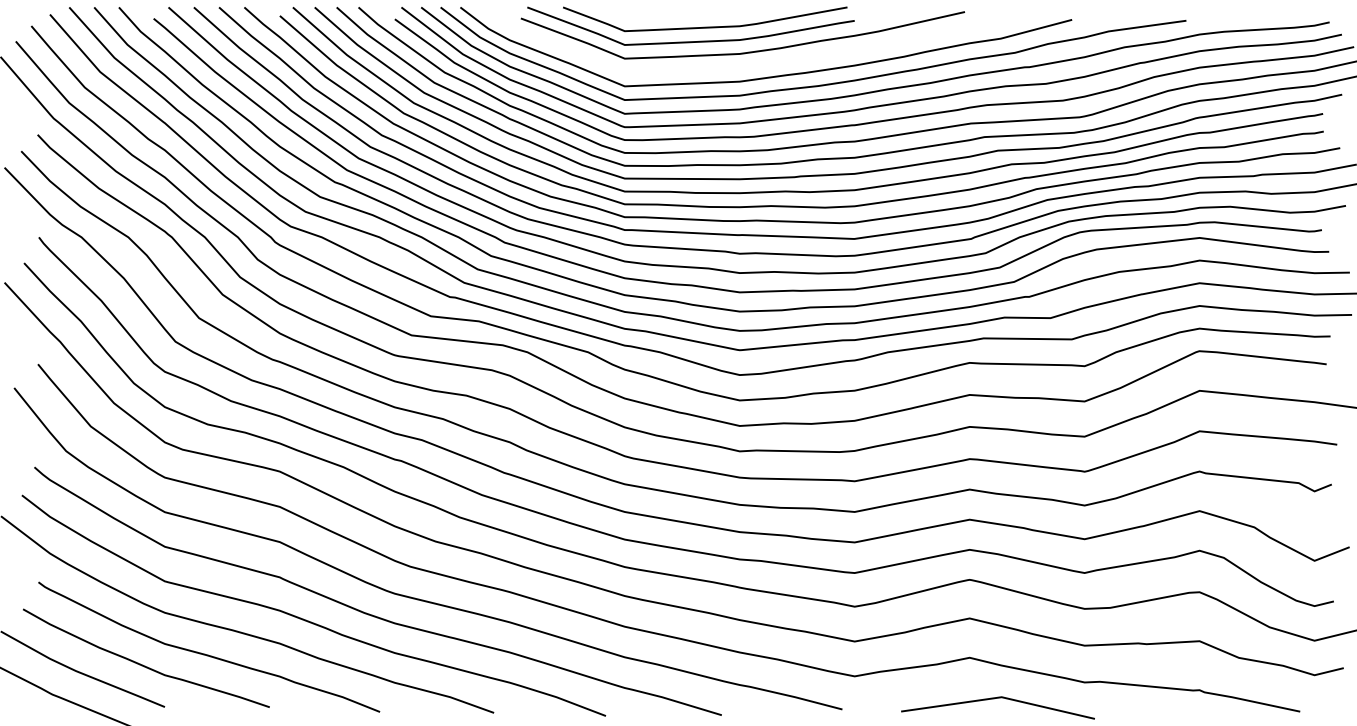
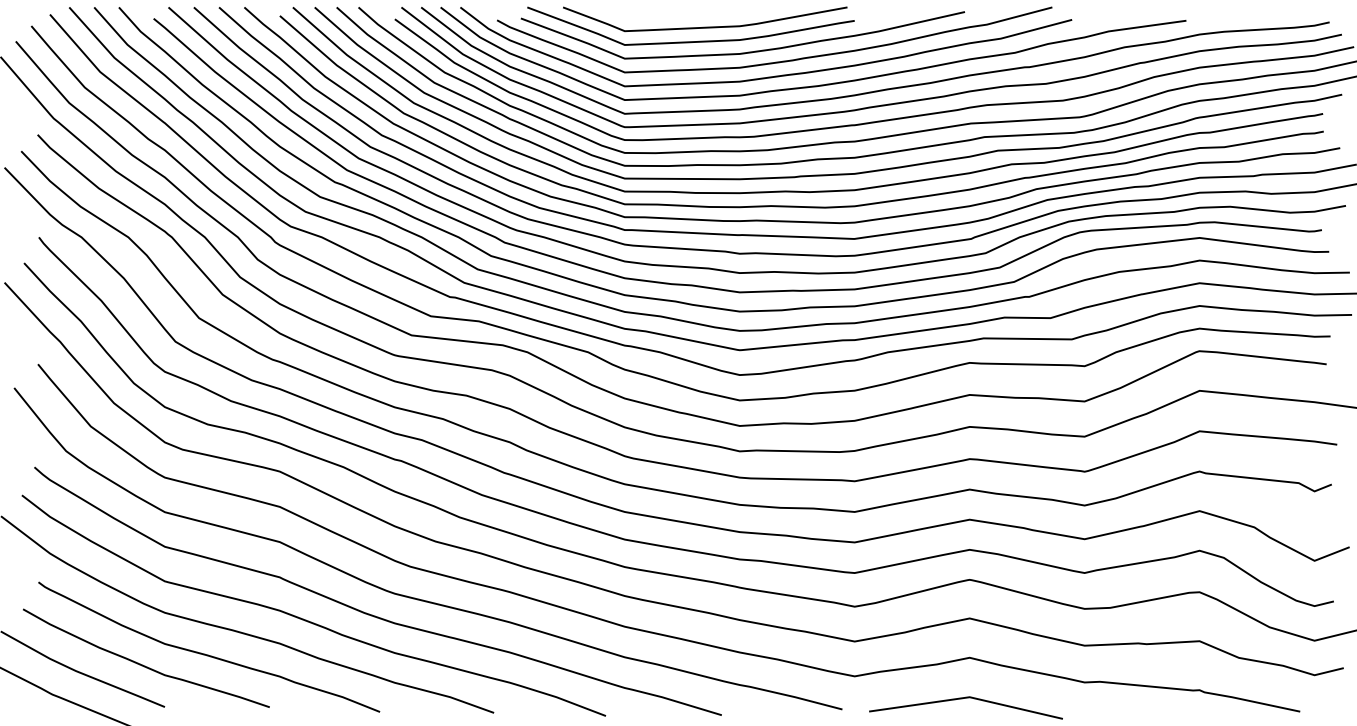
curve at (775, 61): none -> present
line at (994, 699) position: (994, 699) -> (962, 699)
